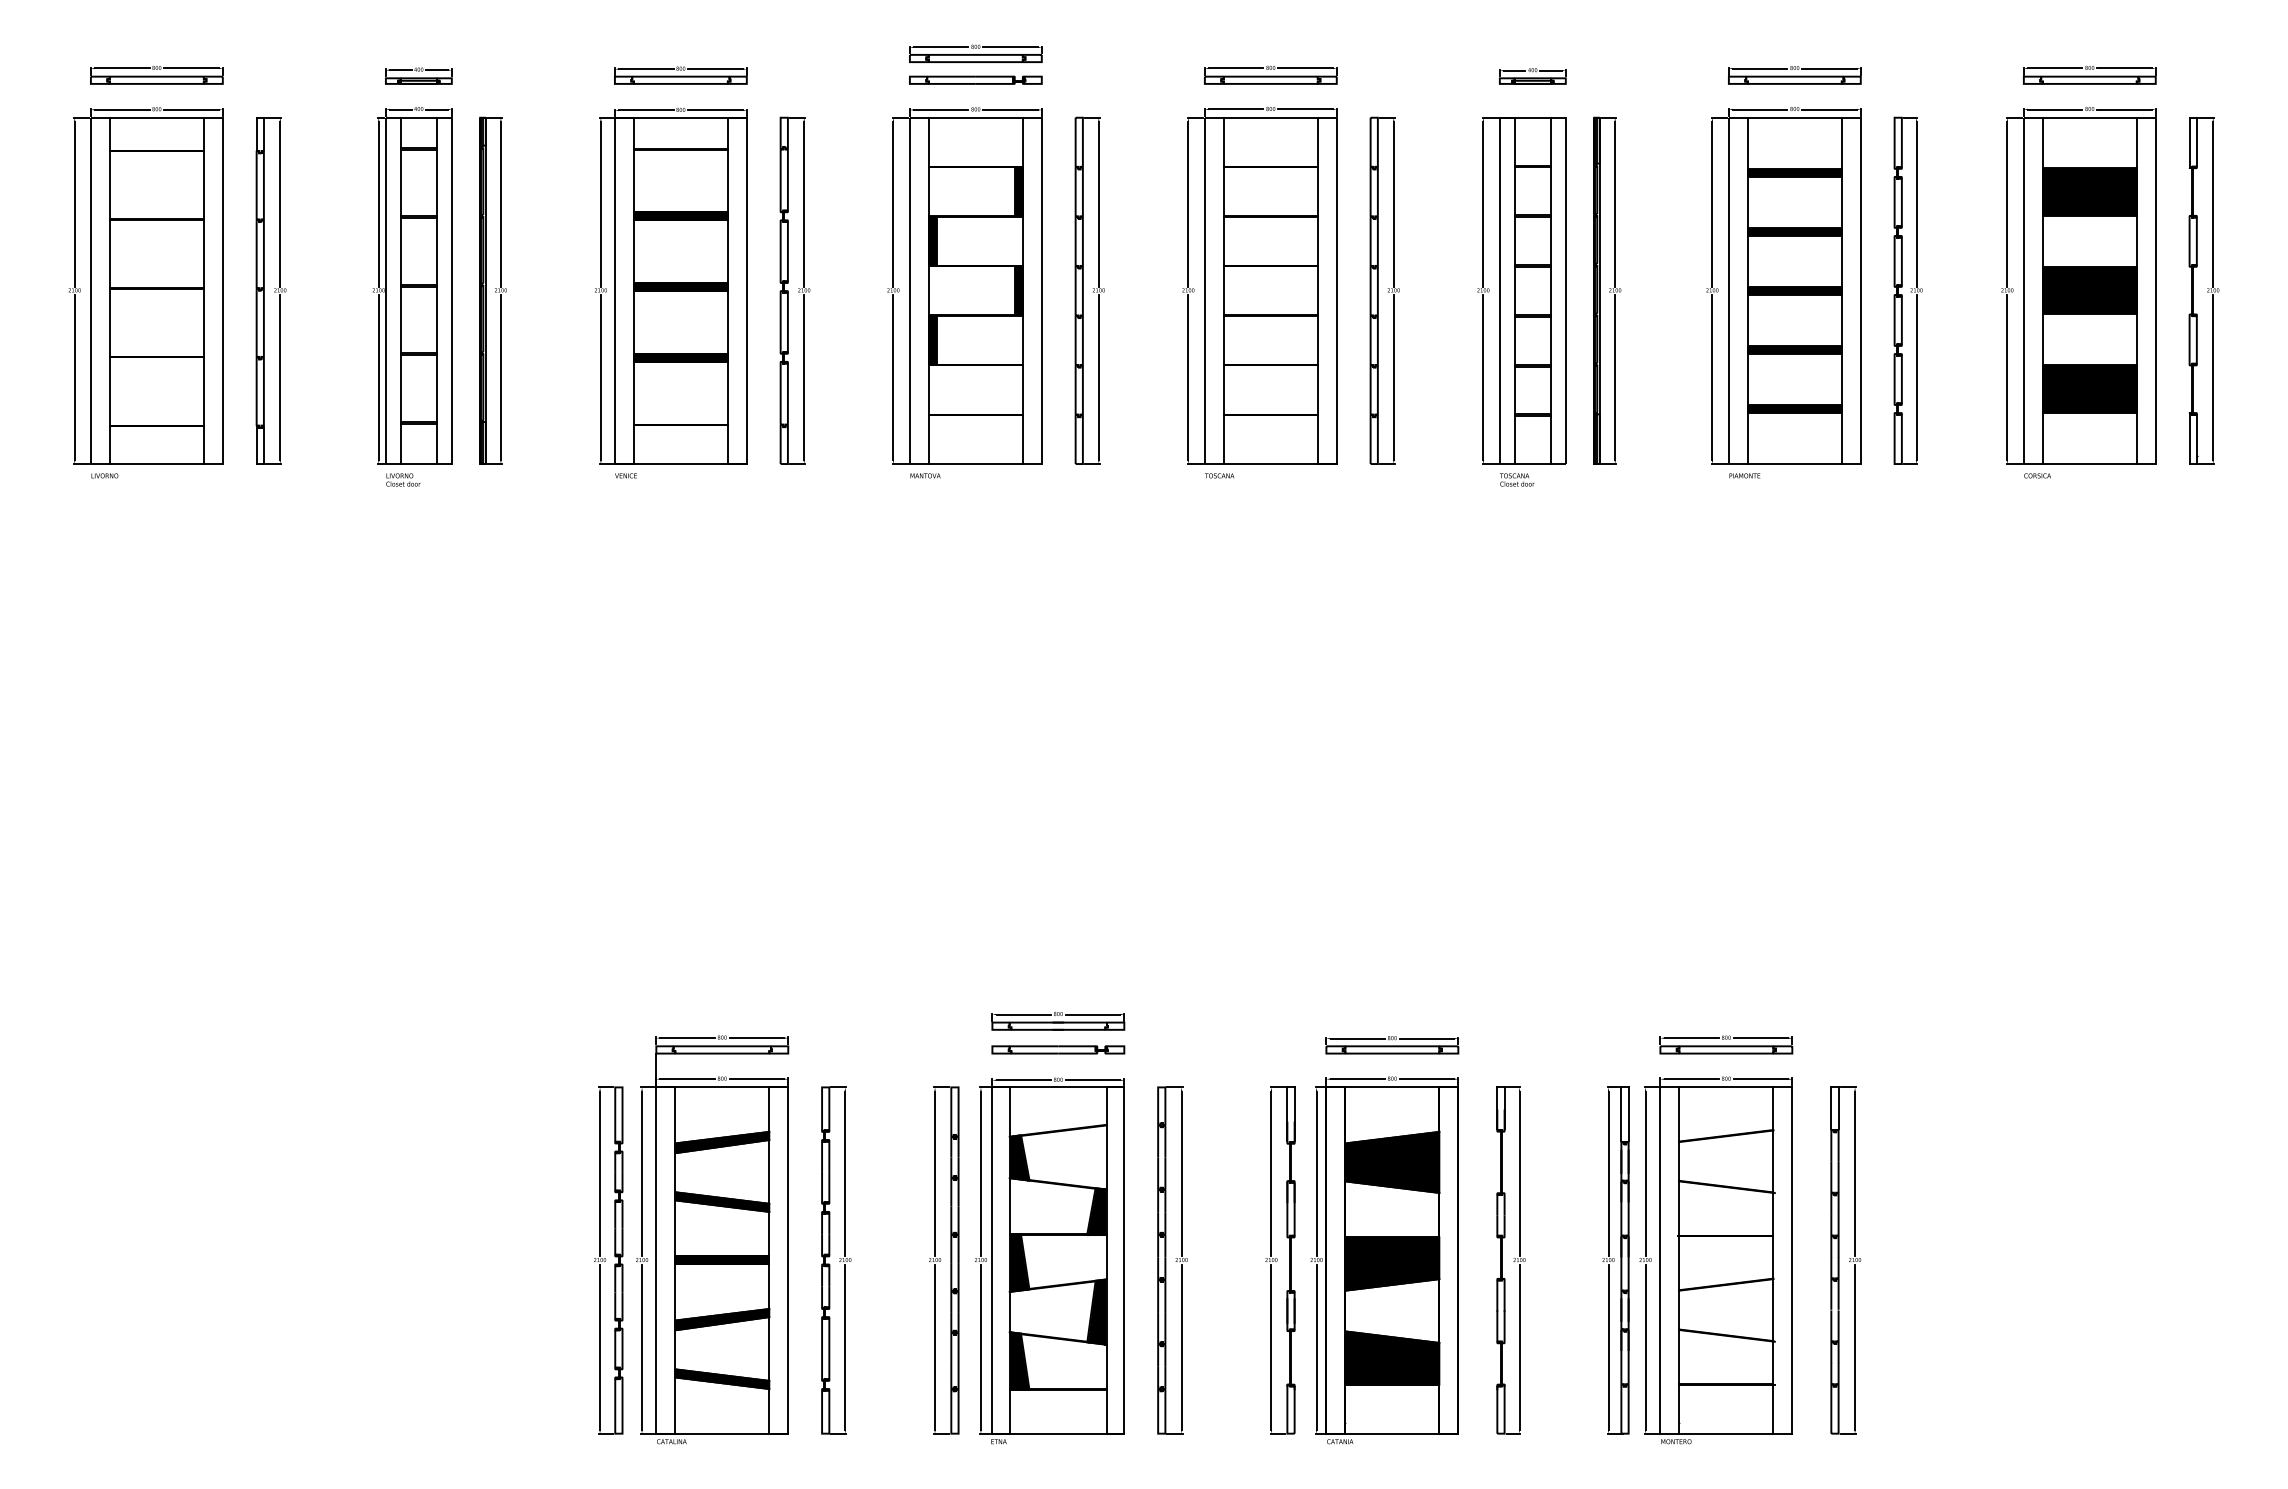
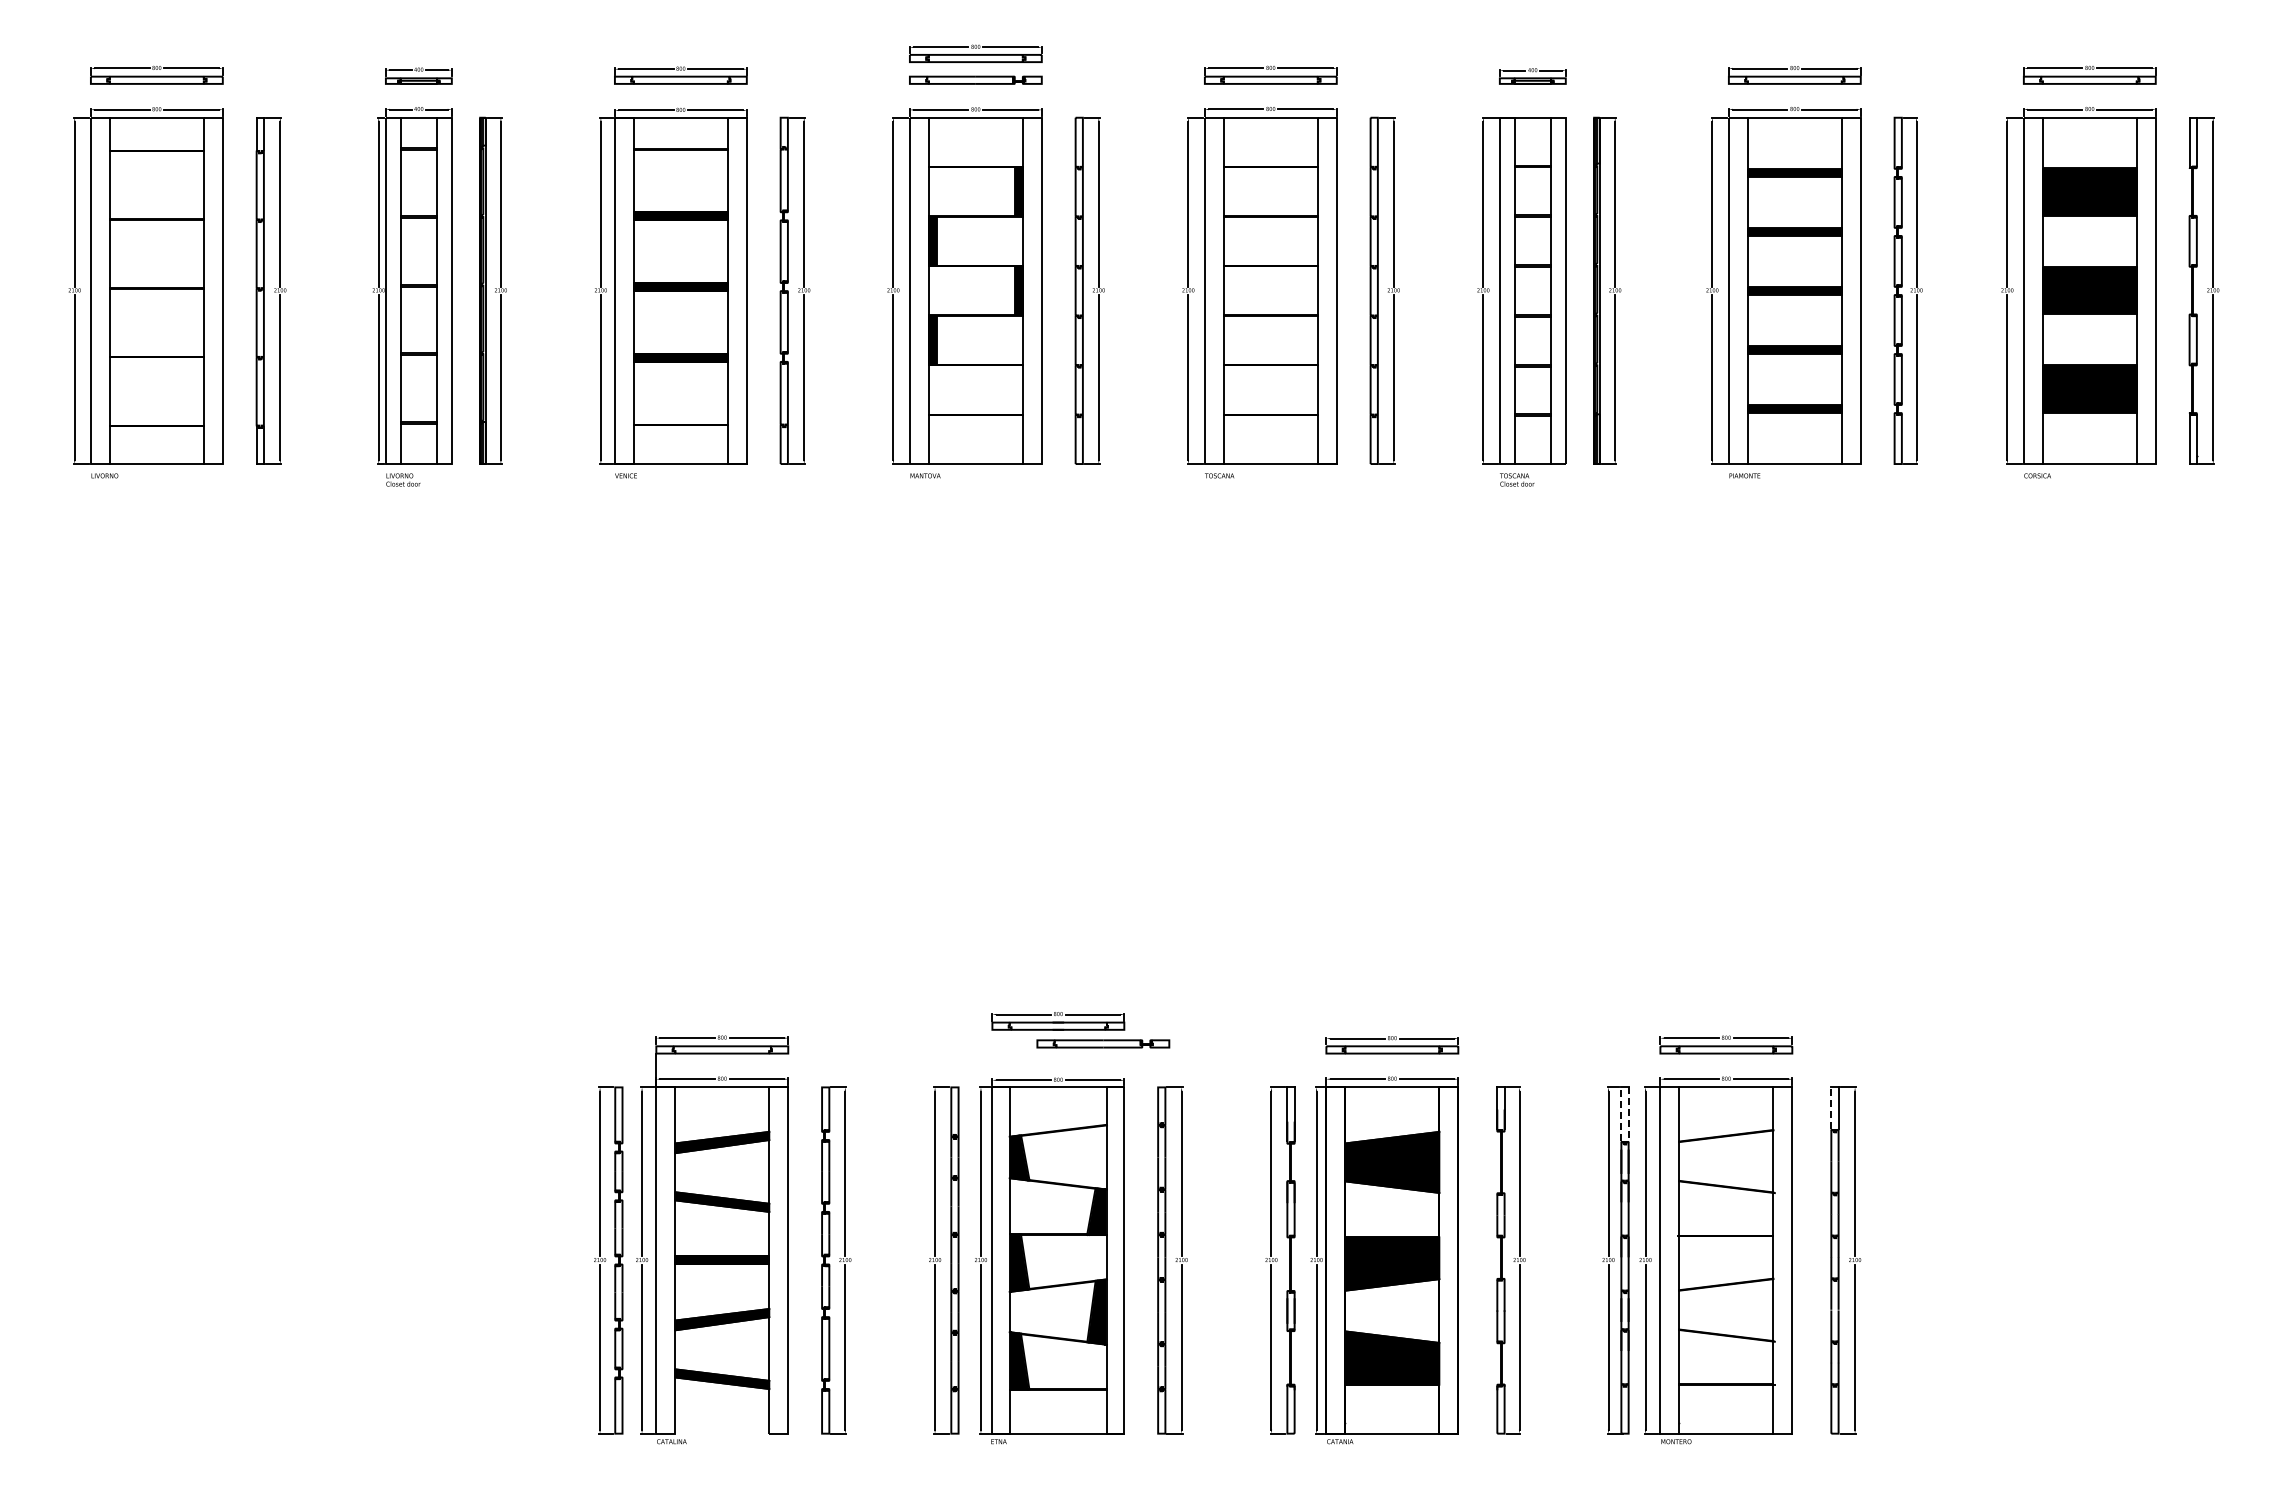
part at (1058, 1049) position: (1058, 1049) -> (1103, 1043)
line at (1831, 1108): solid -> dashed
line at (1621, 1114): solid -> dashed
line at (1628, 1114): solid -> dashed
line at (722, 1433): present -> none
